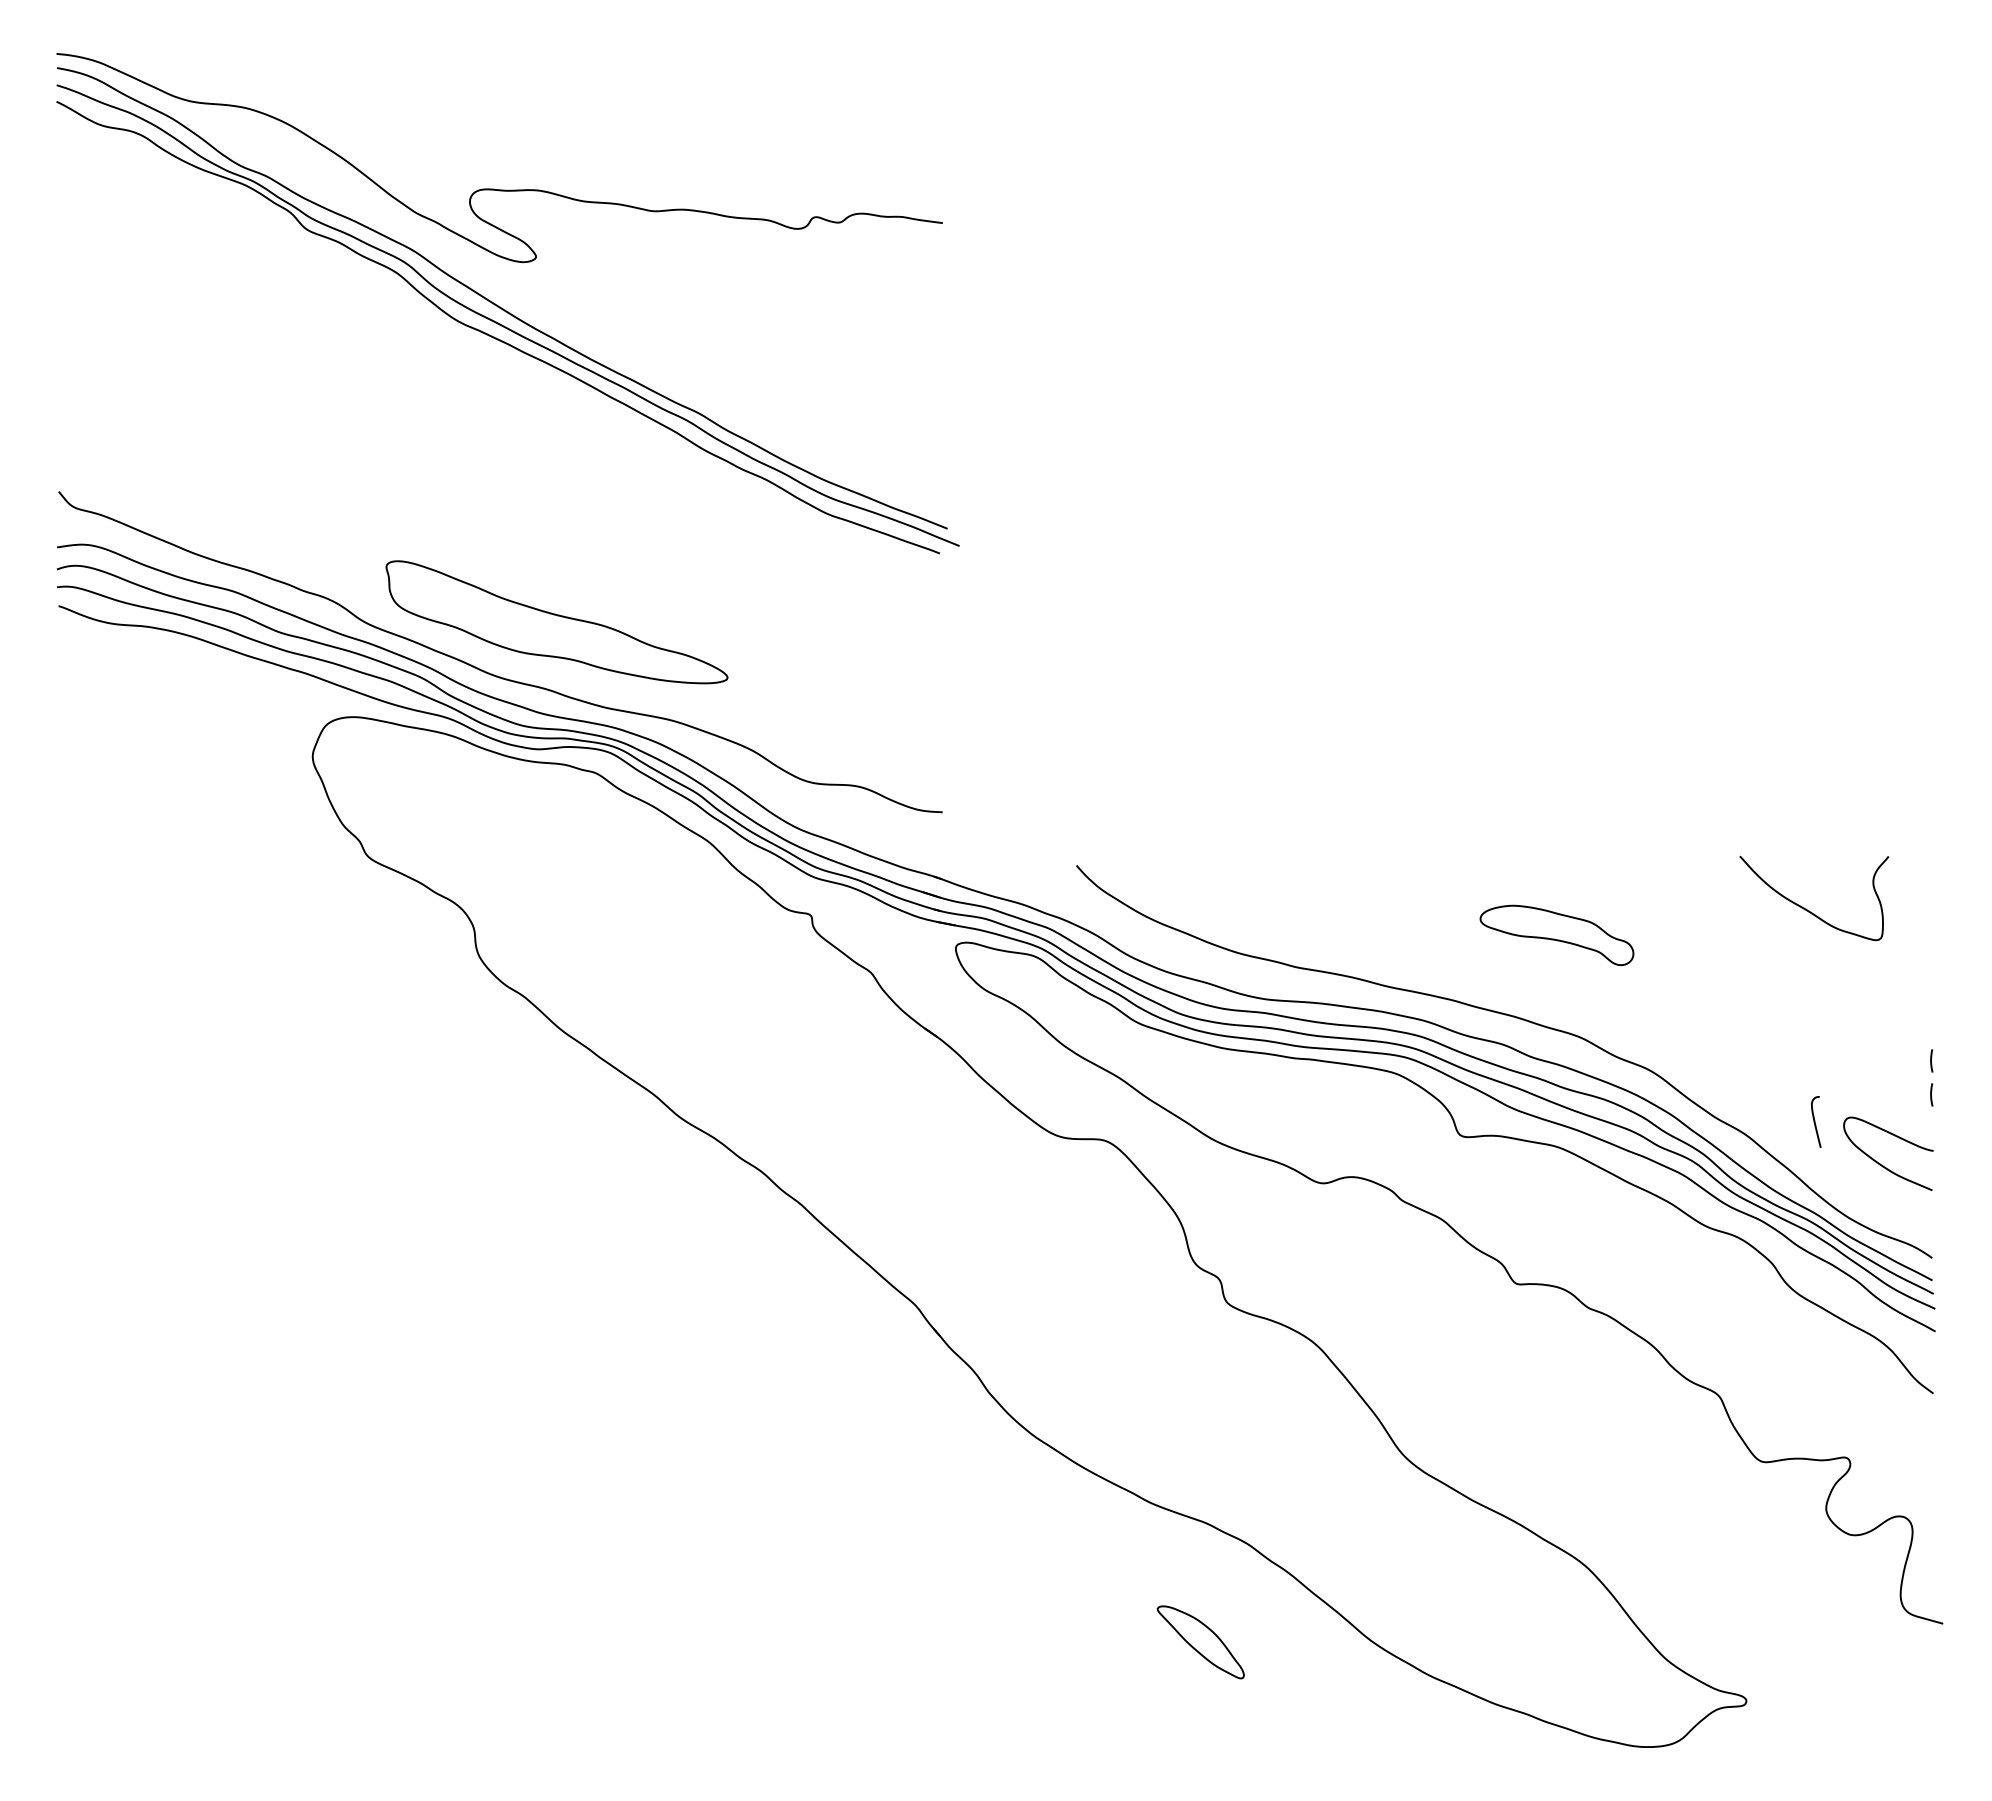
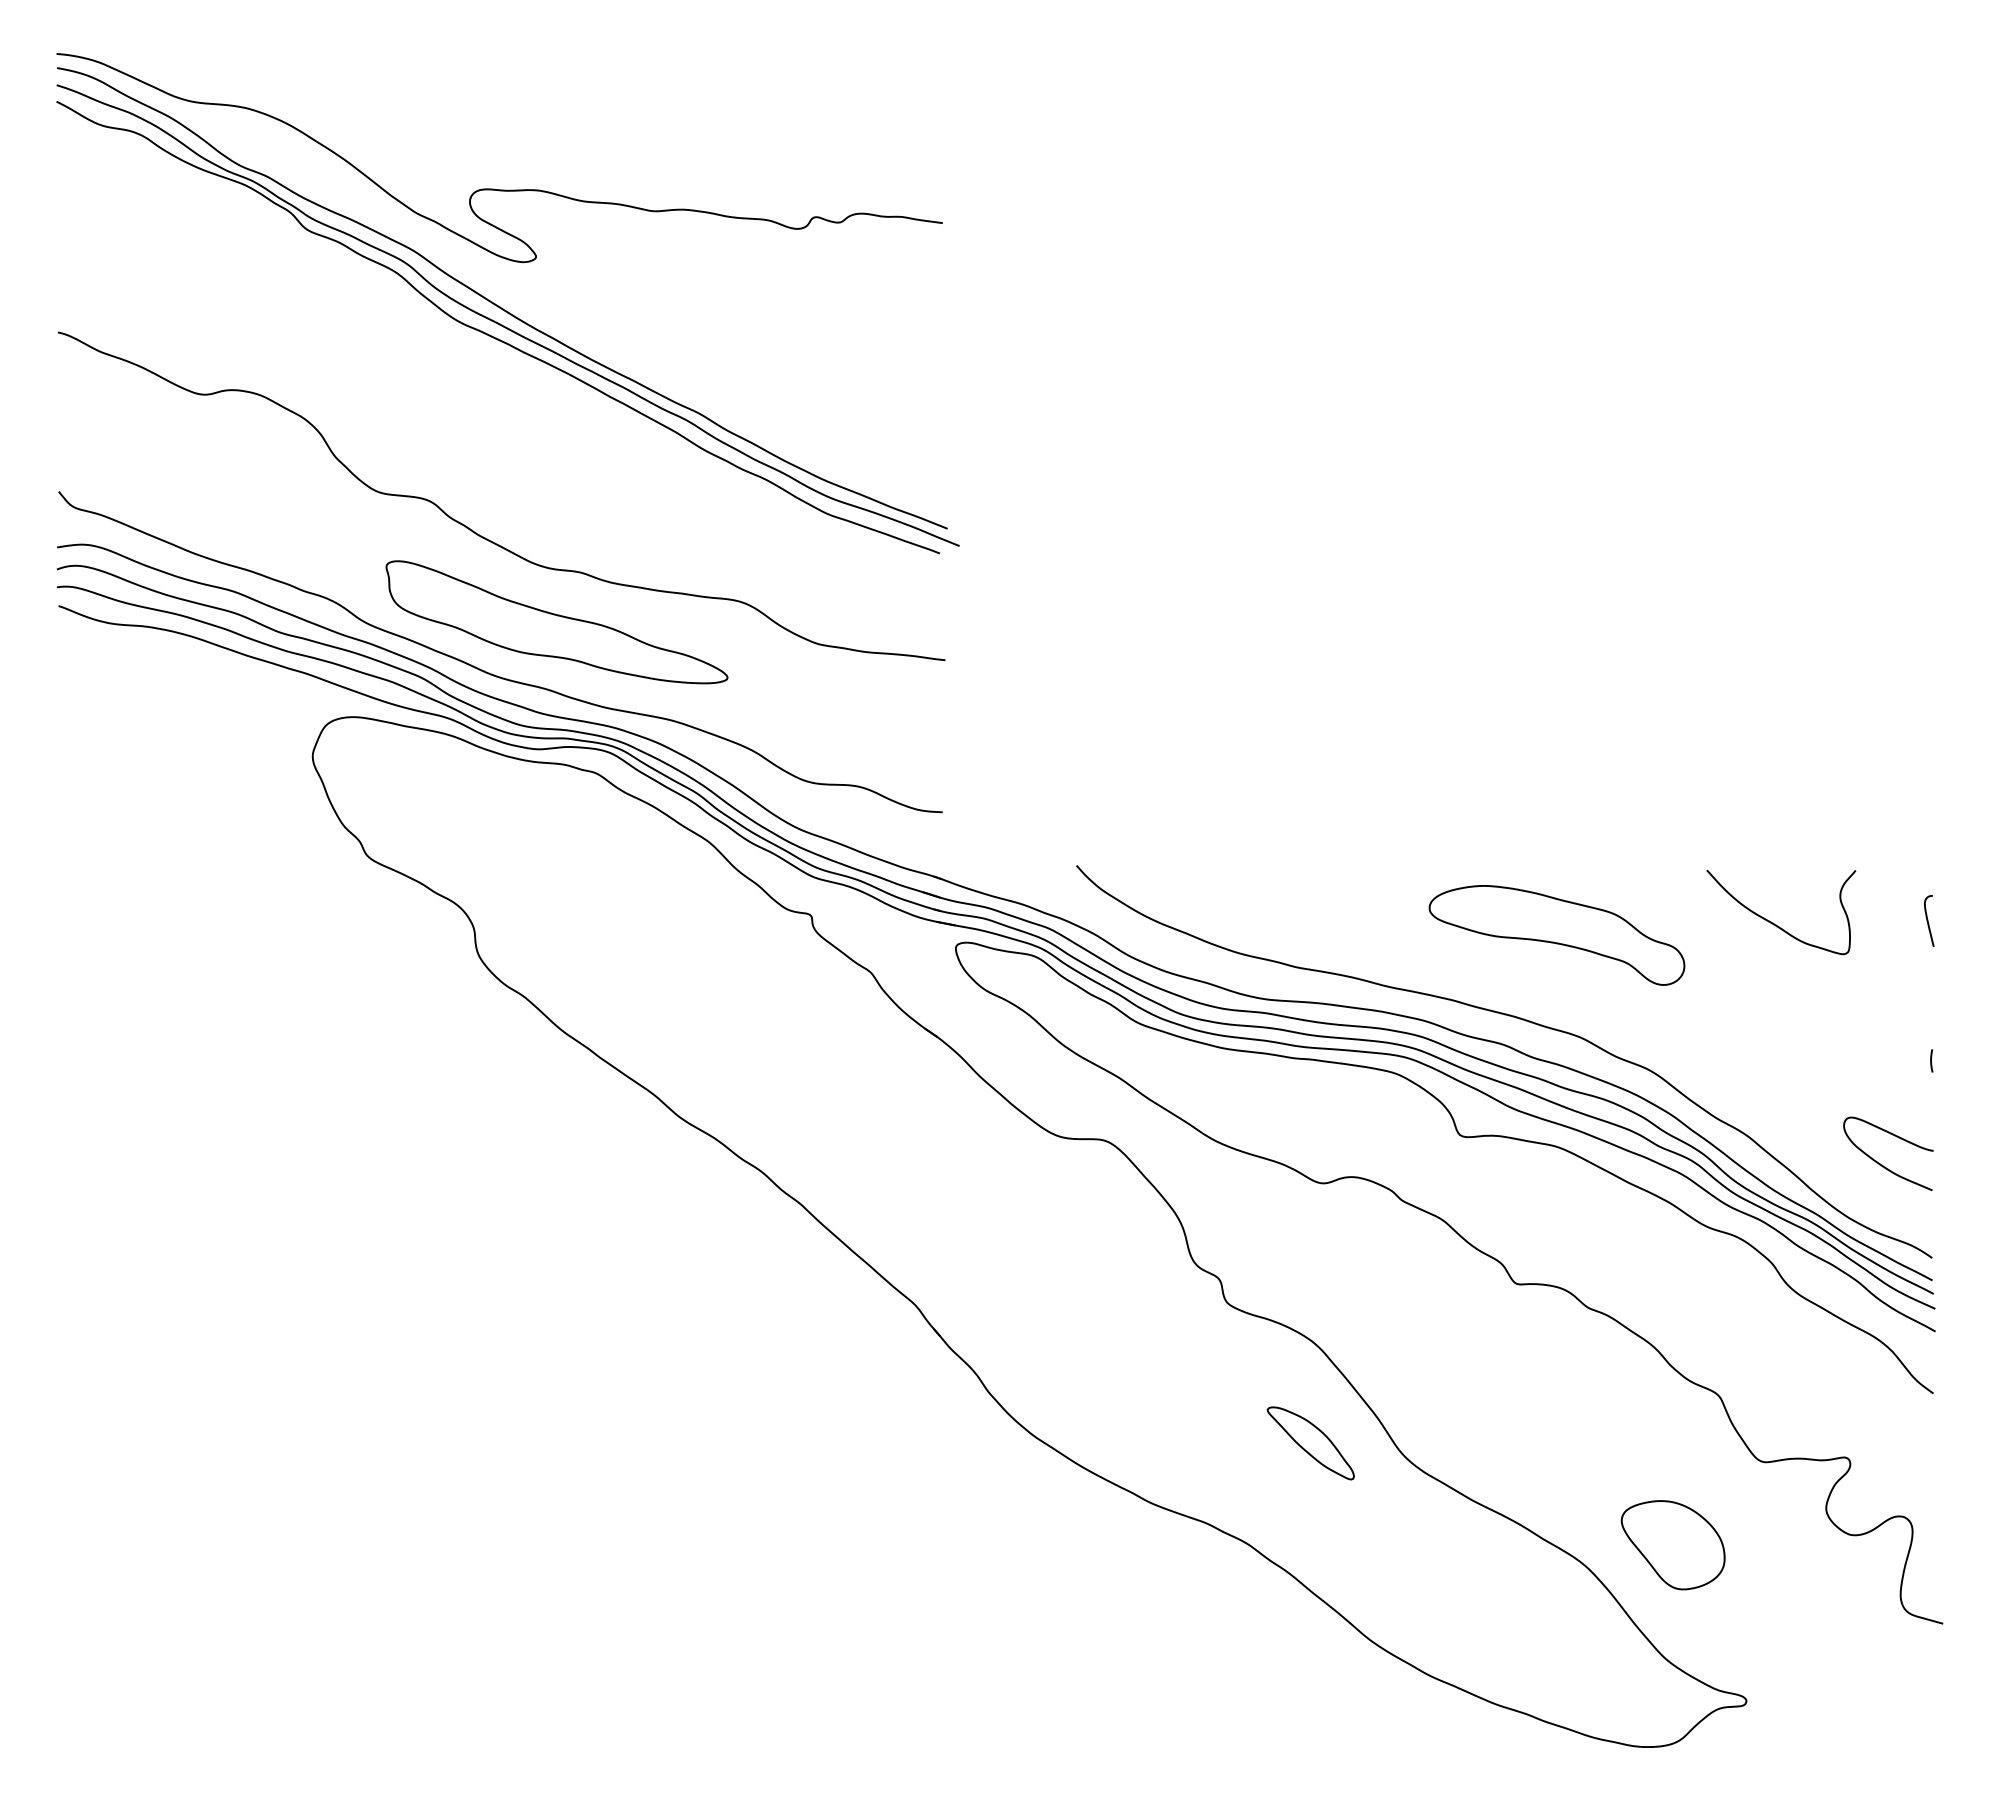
curve at (476, 532): none -> present
curve at (1809, 910) position: (1809, 910) -> (1776, 924)
part at (1556, 935) size: 156x63 px -> 258x101 px
line at (1931, 1094): present -> none
curve at (1815, 1121) position: (1815, 1121) -> (1928, 920)
part at (1672, 1545): none -> present
part at (1200, 1642) position: (1200, 1642) -> (1310, 1443)
